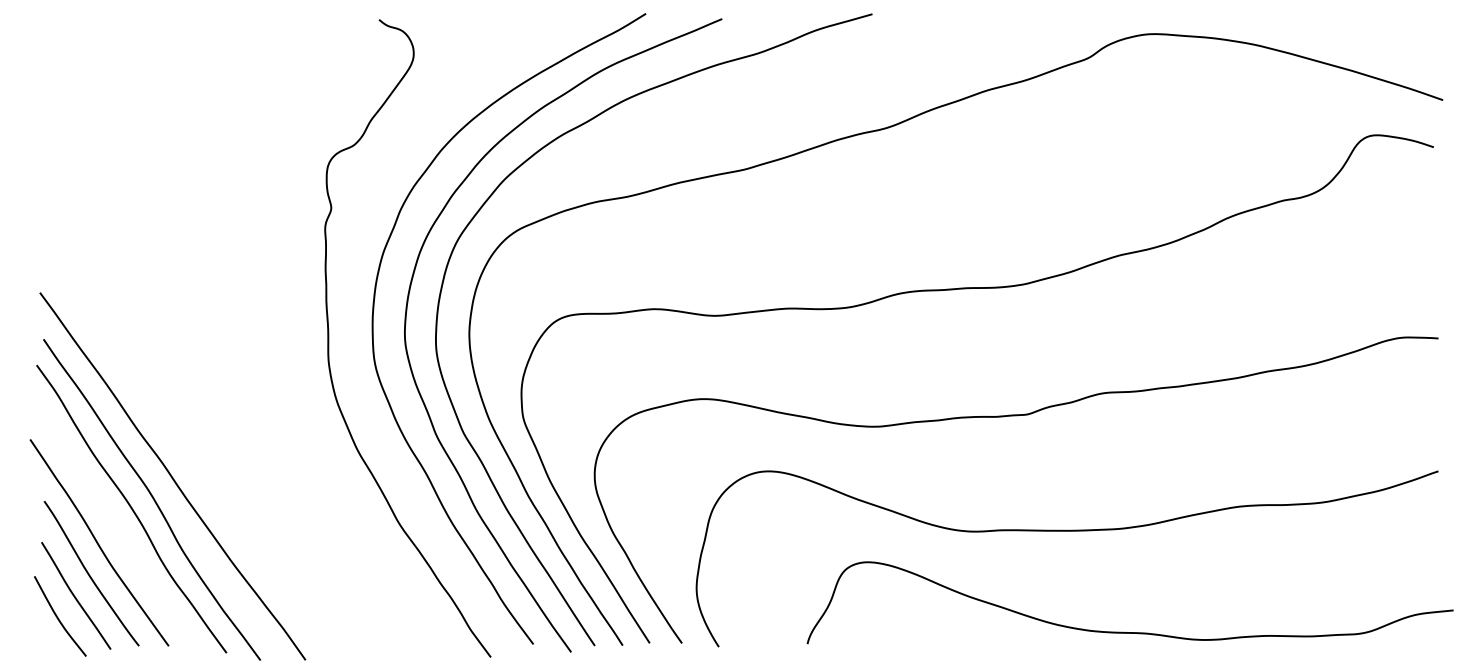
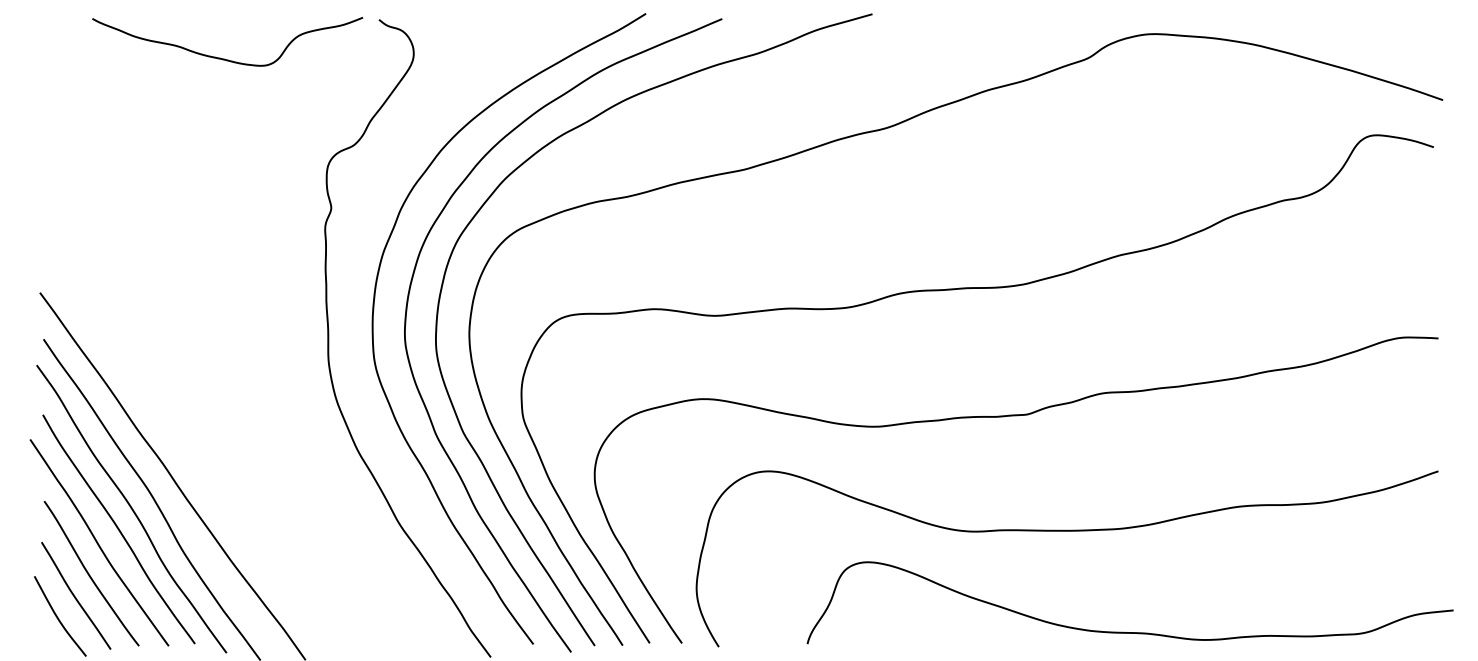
curve at (224, 58): none -> present
curve at (118, 529): none -> present
